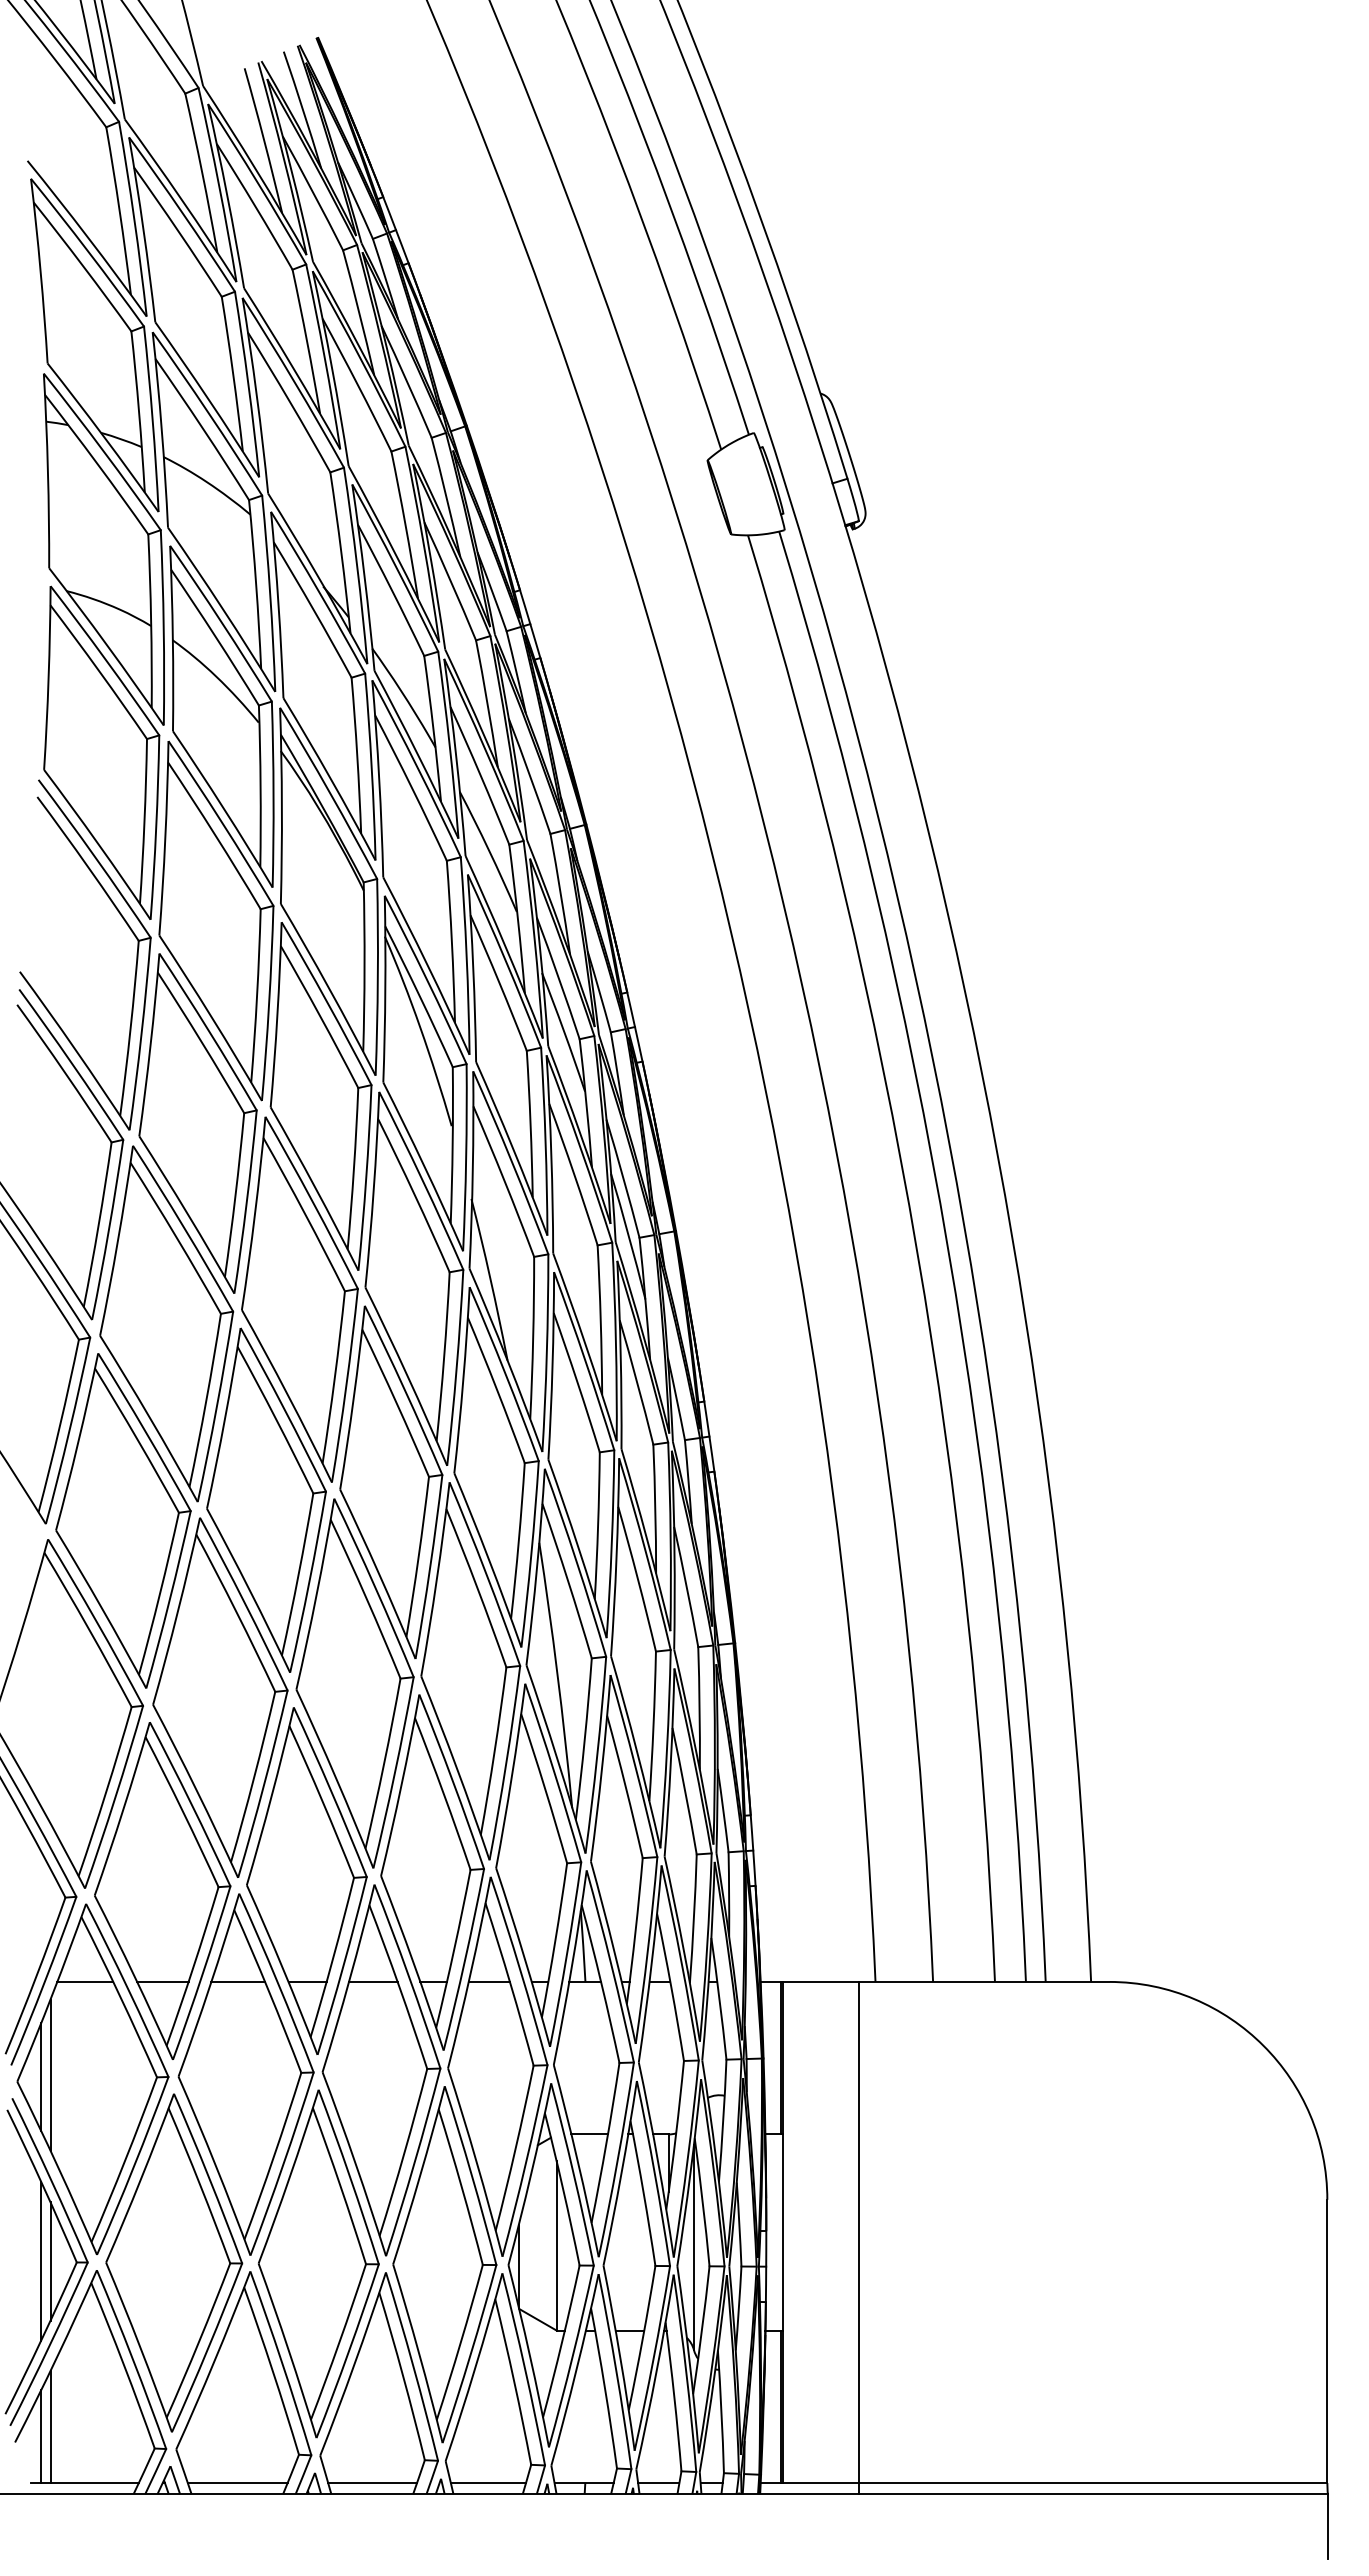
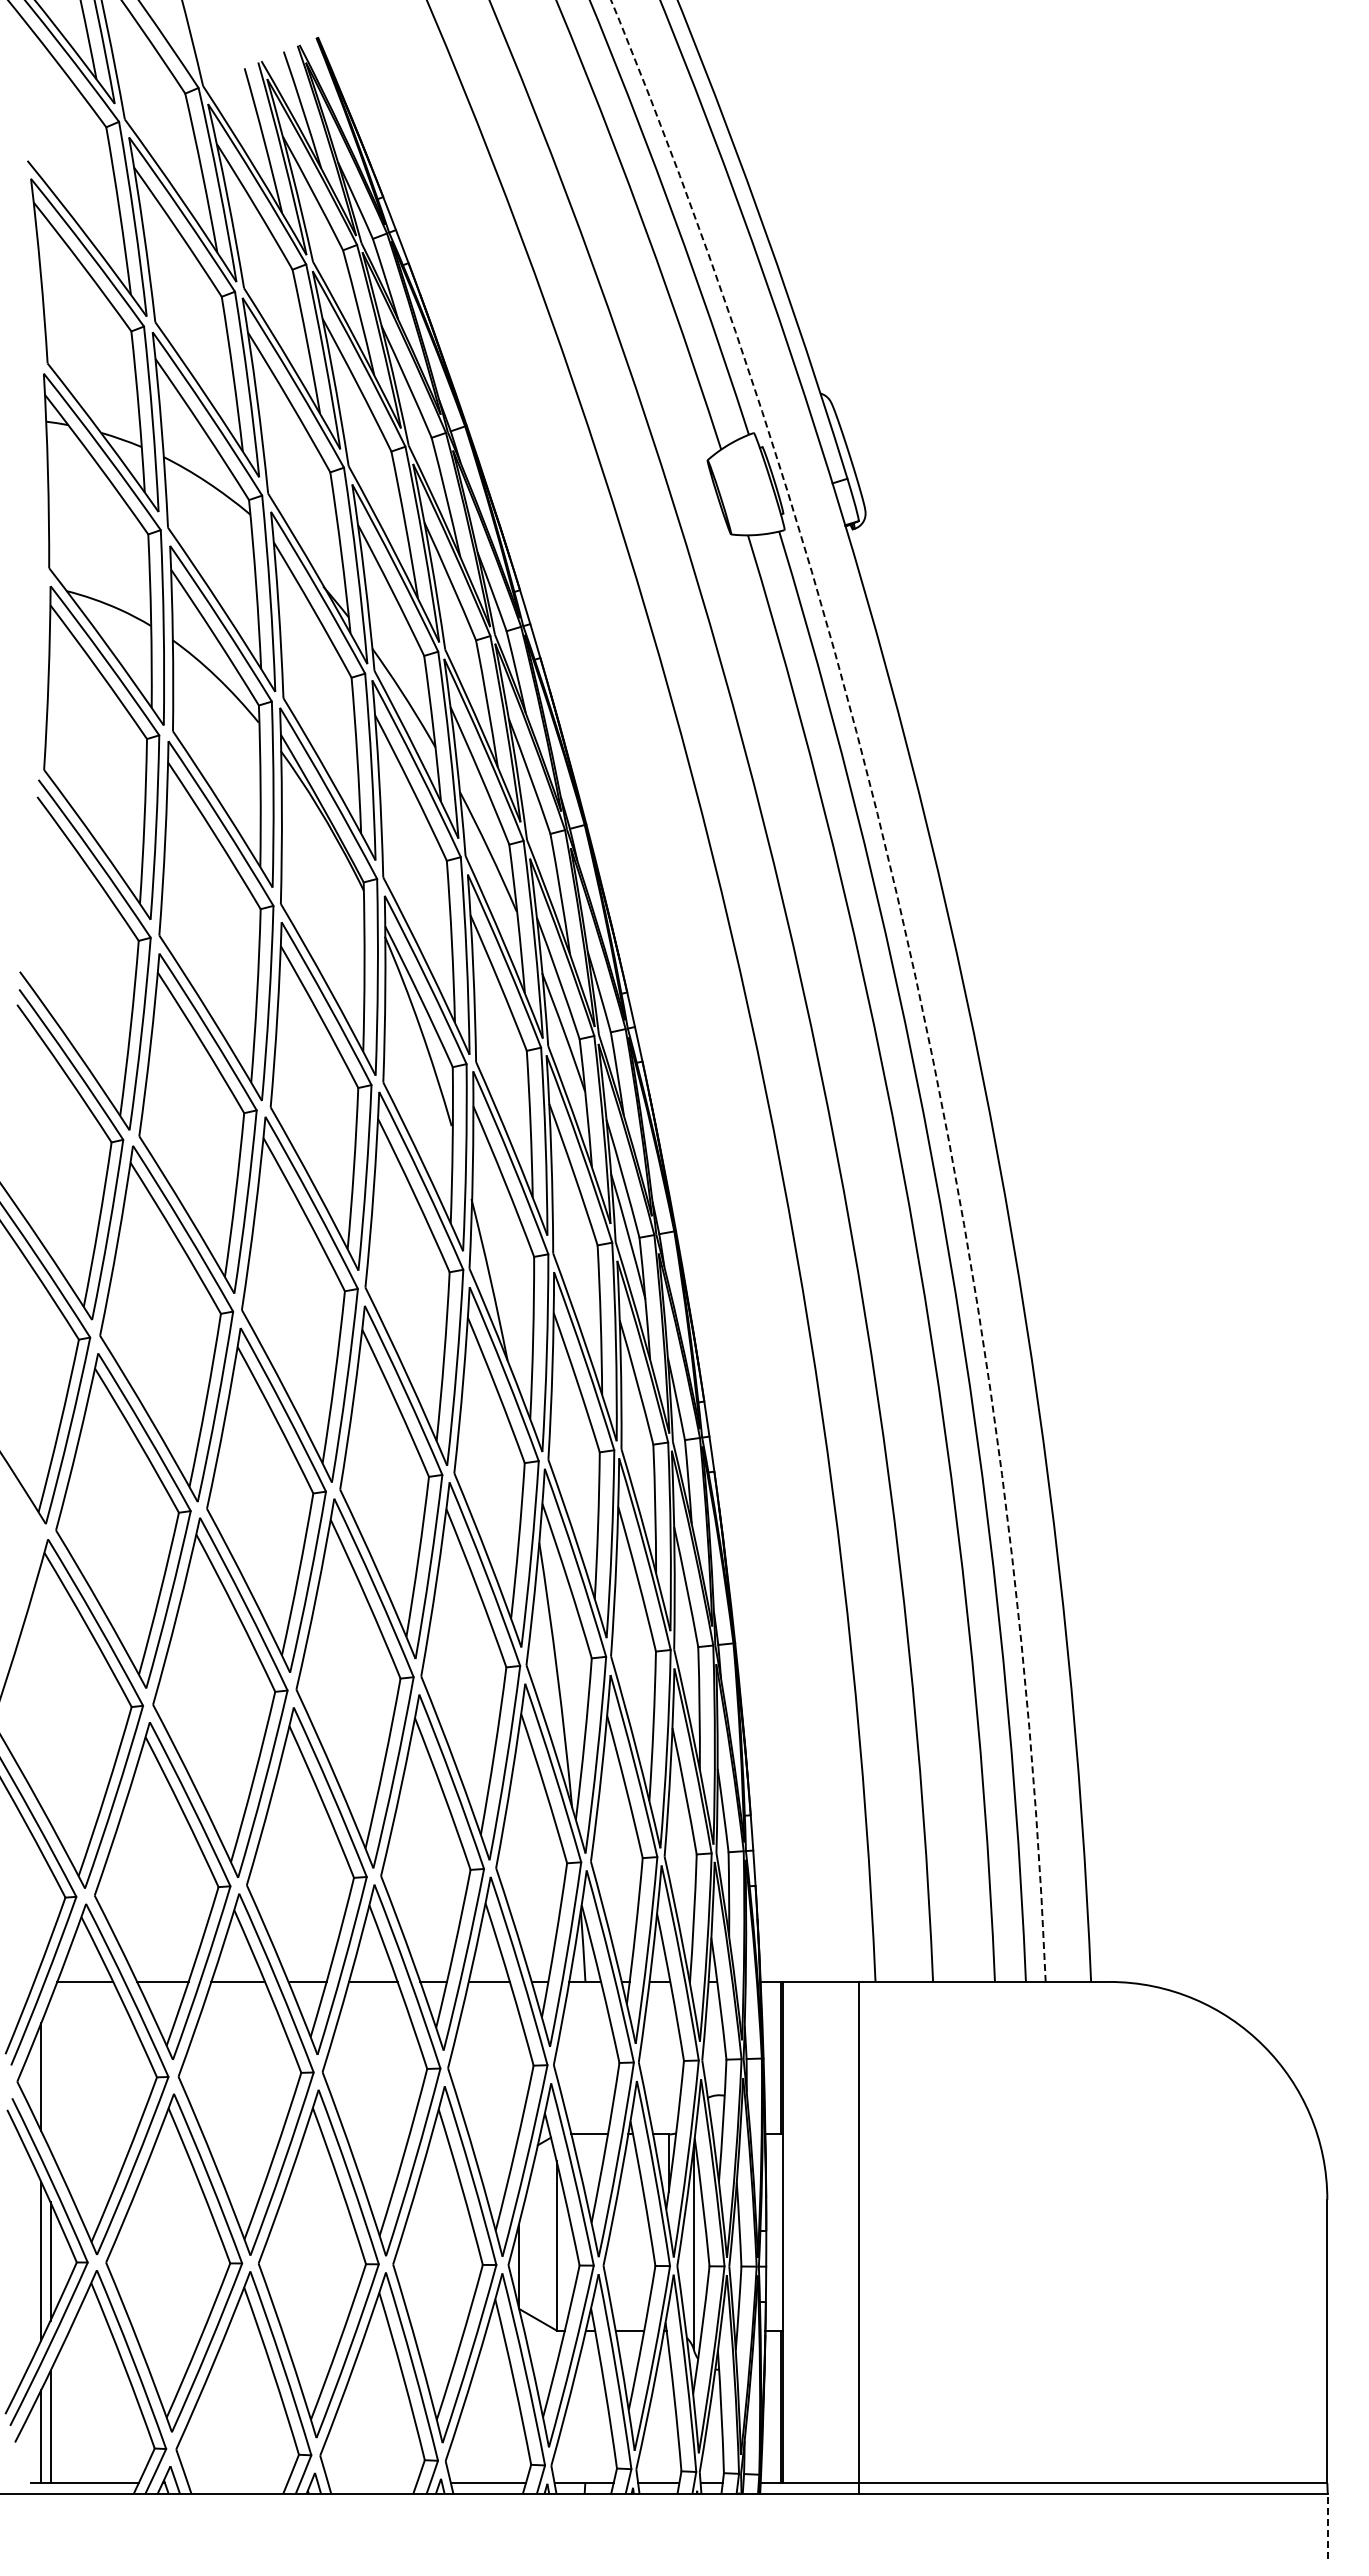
arc at (915, 975): solid -> dashed
line at (50, 2074): present -> none
line at (237, 2483): present -> none
line at (372, 2483): present -> none
line at (1327, 2526): solid -> dashed
